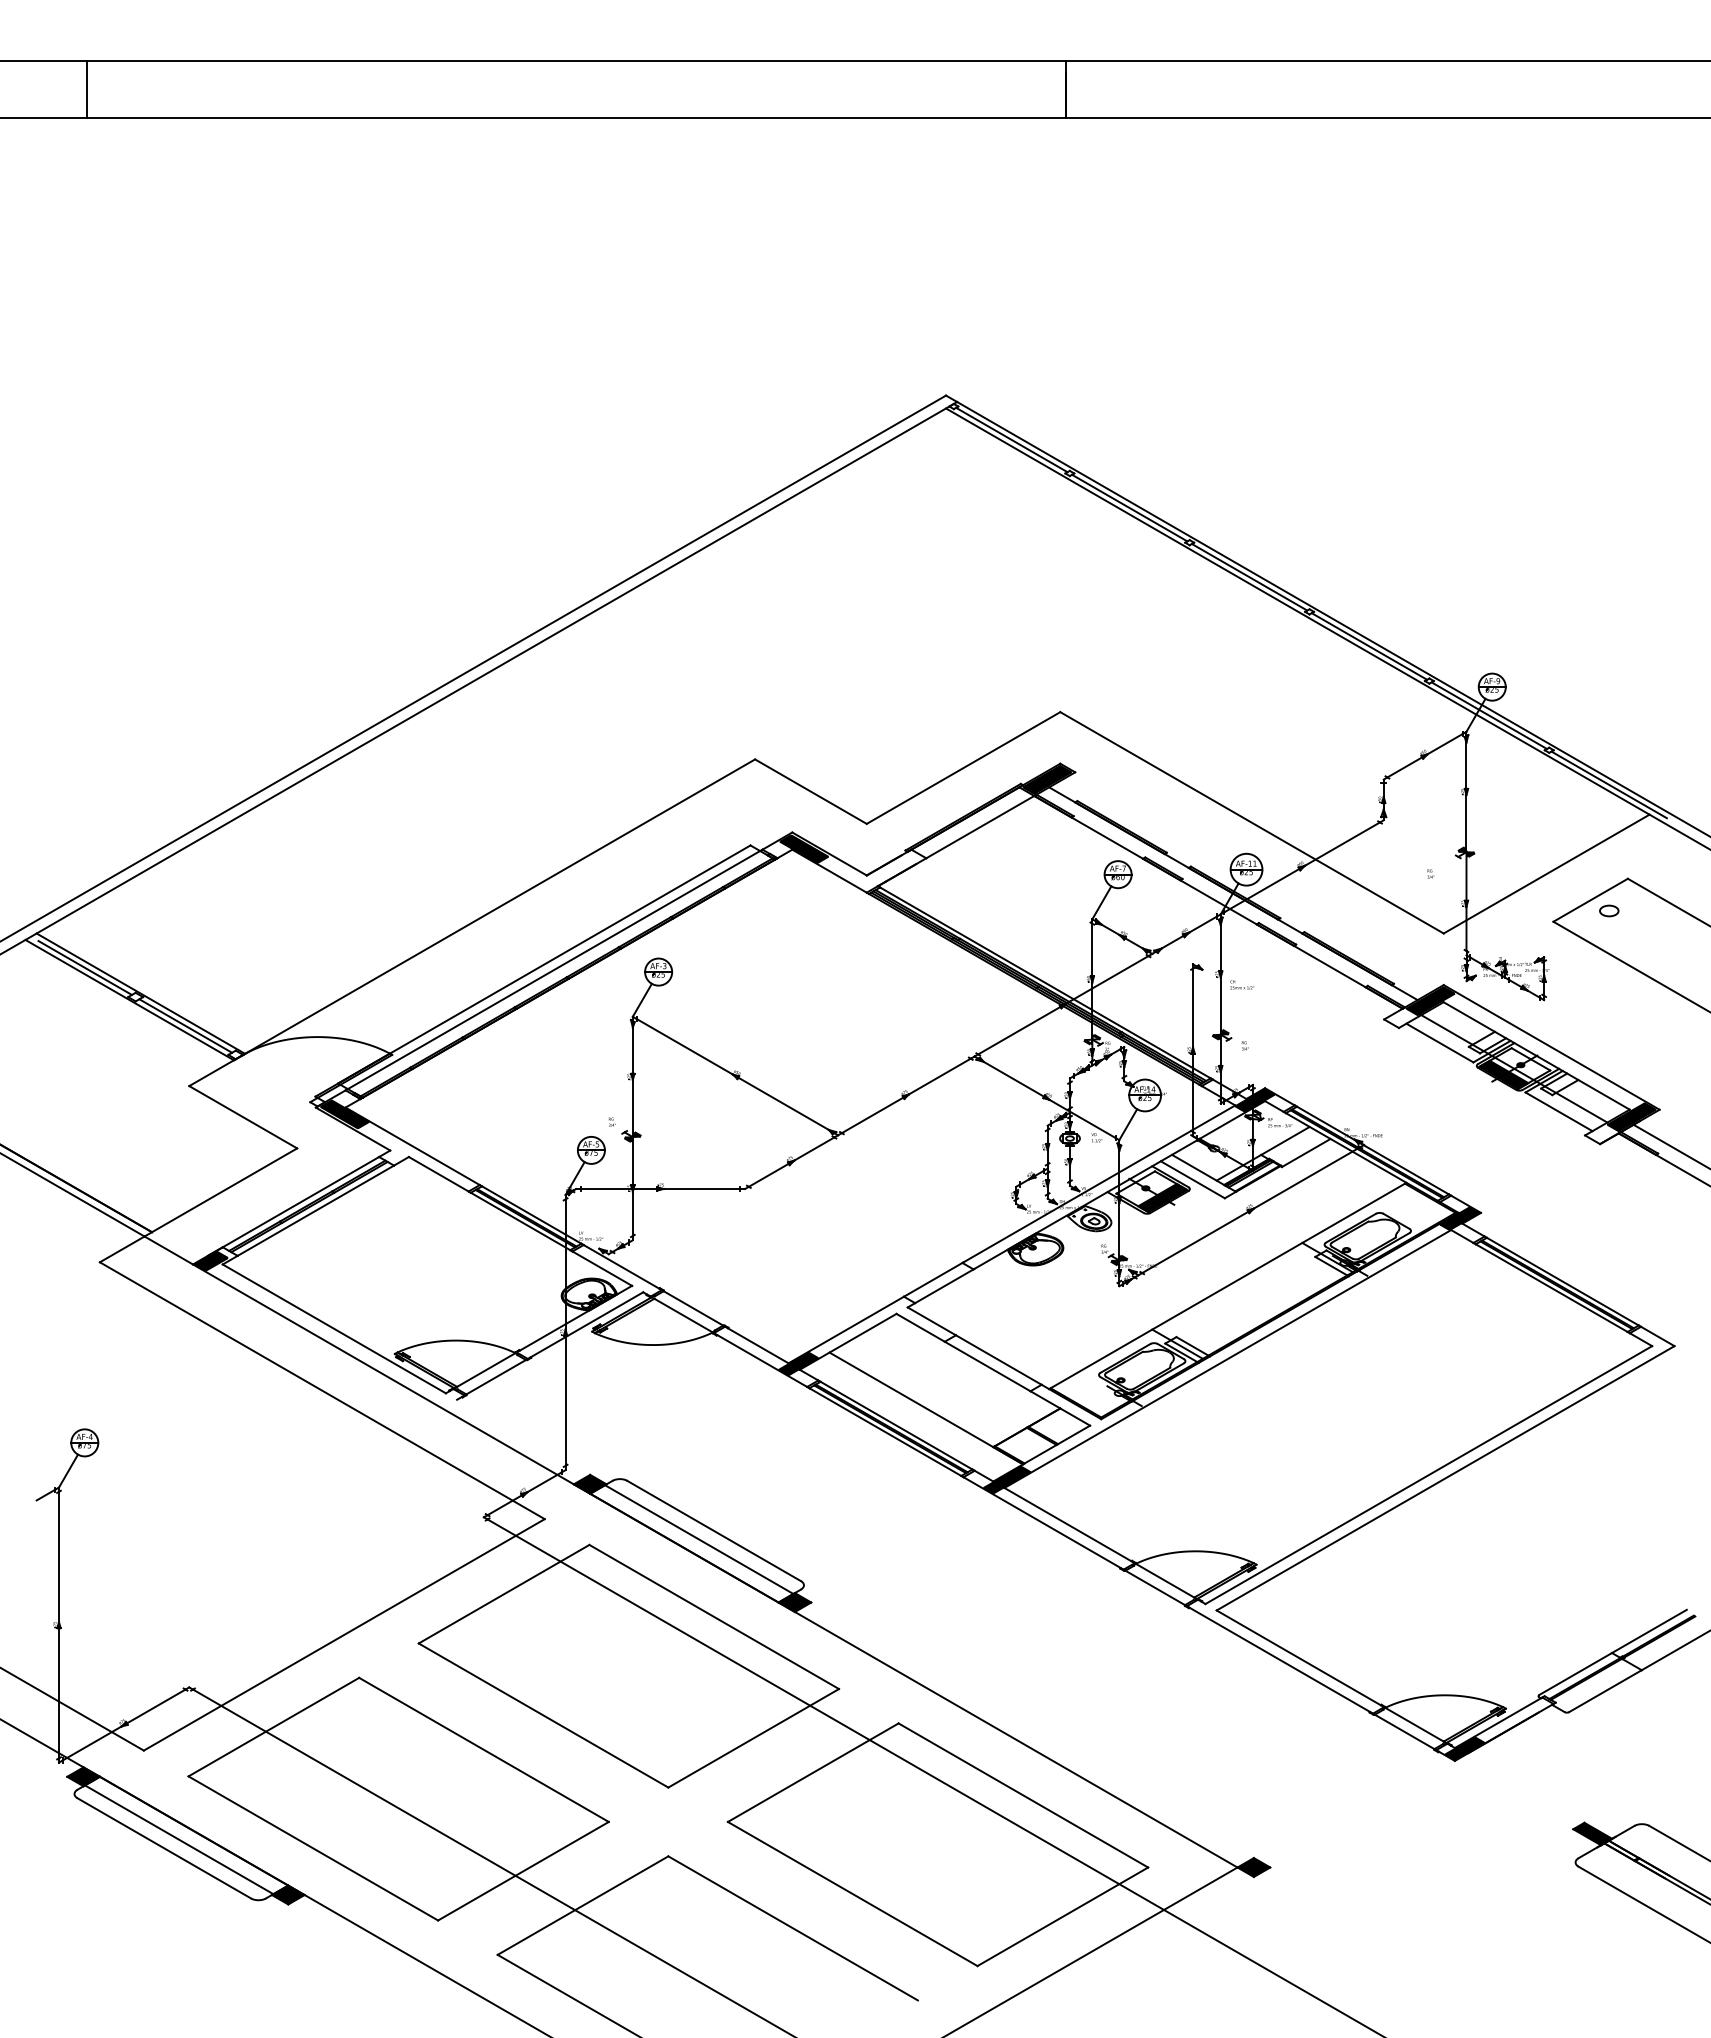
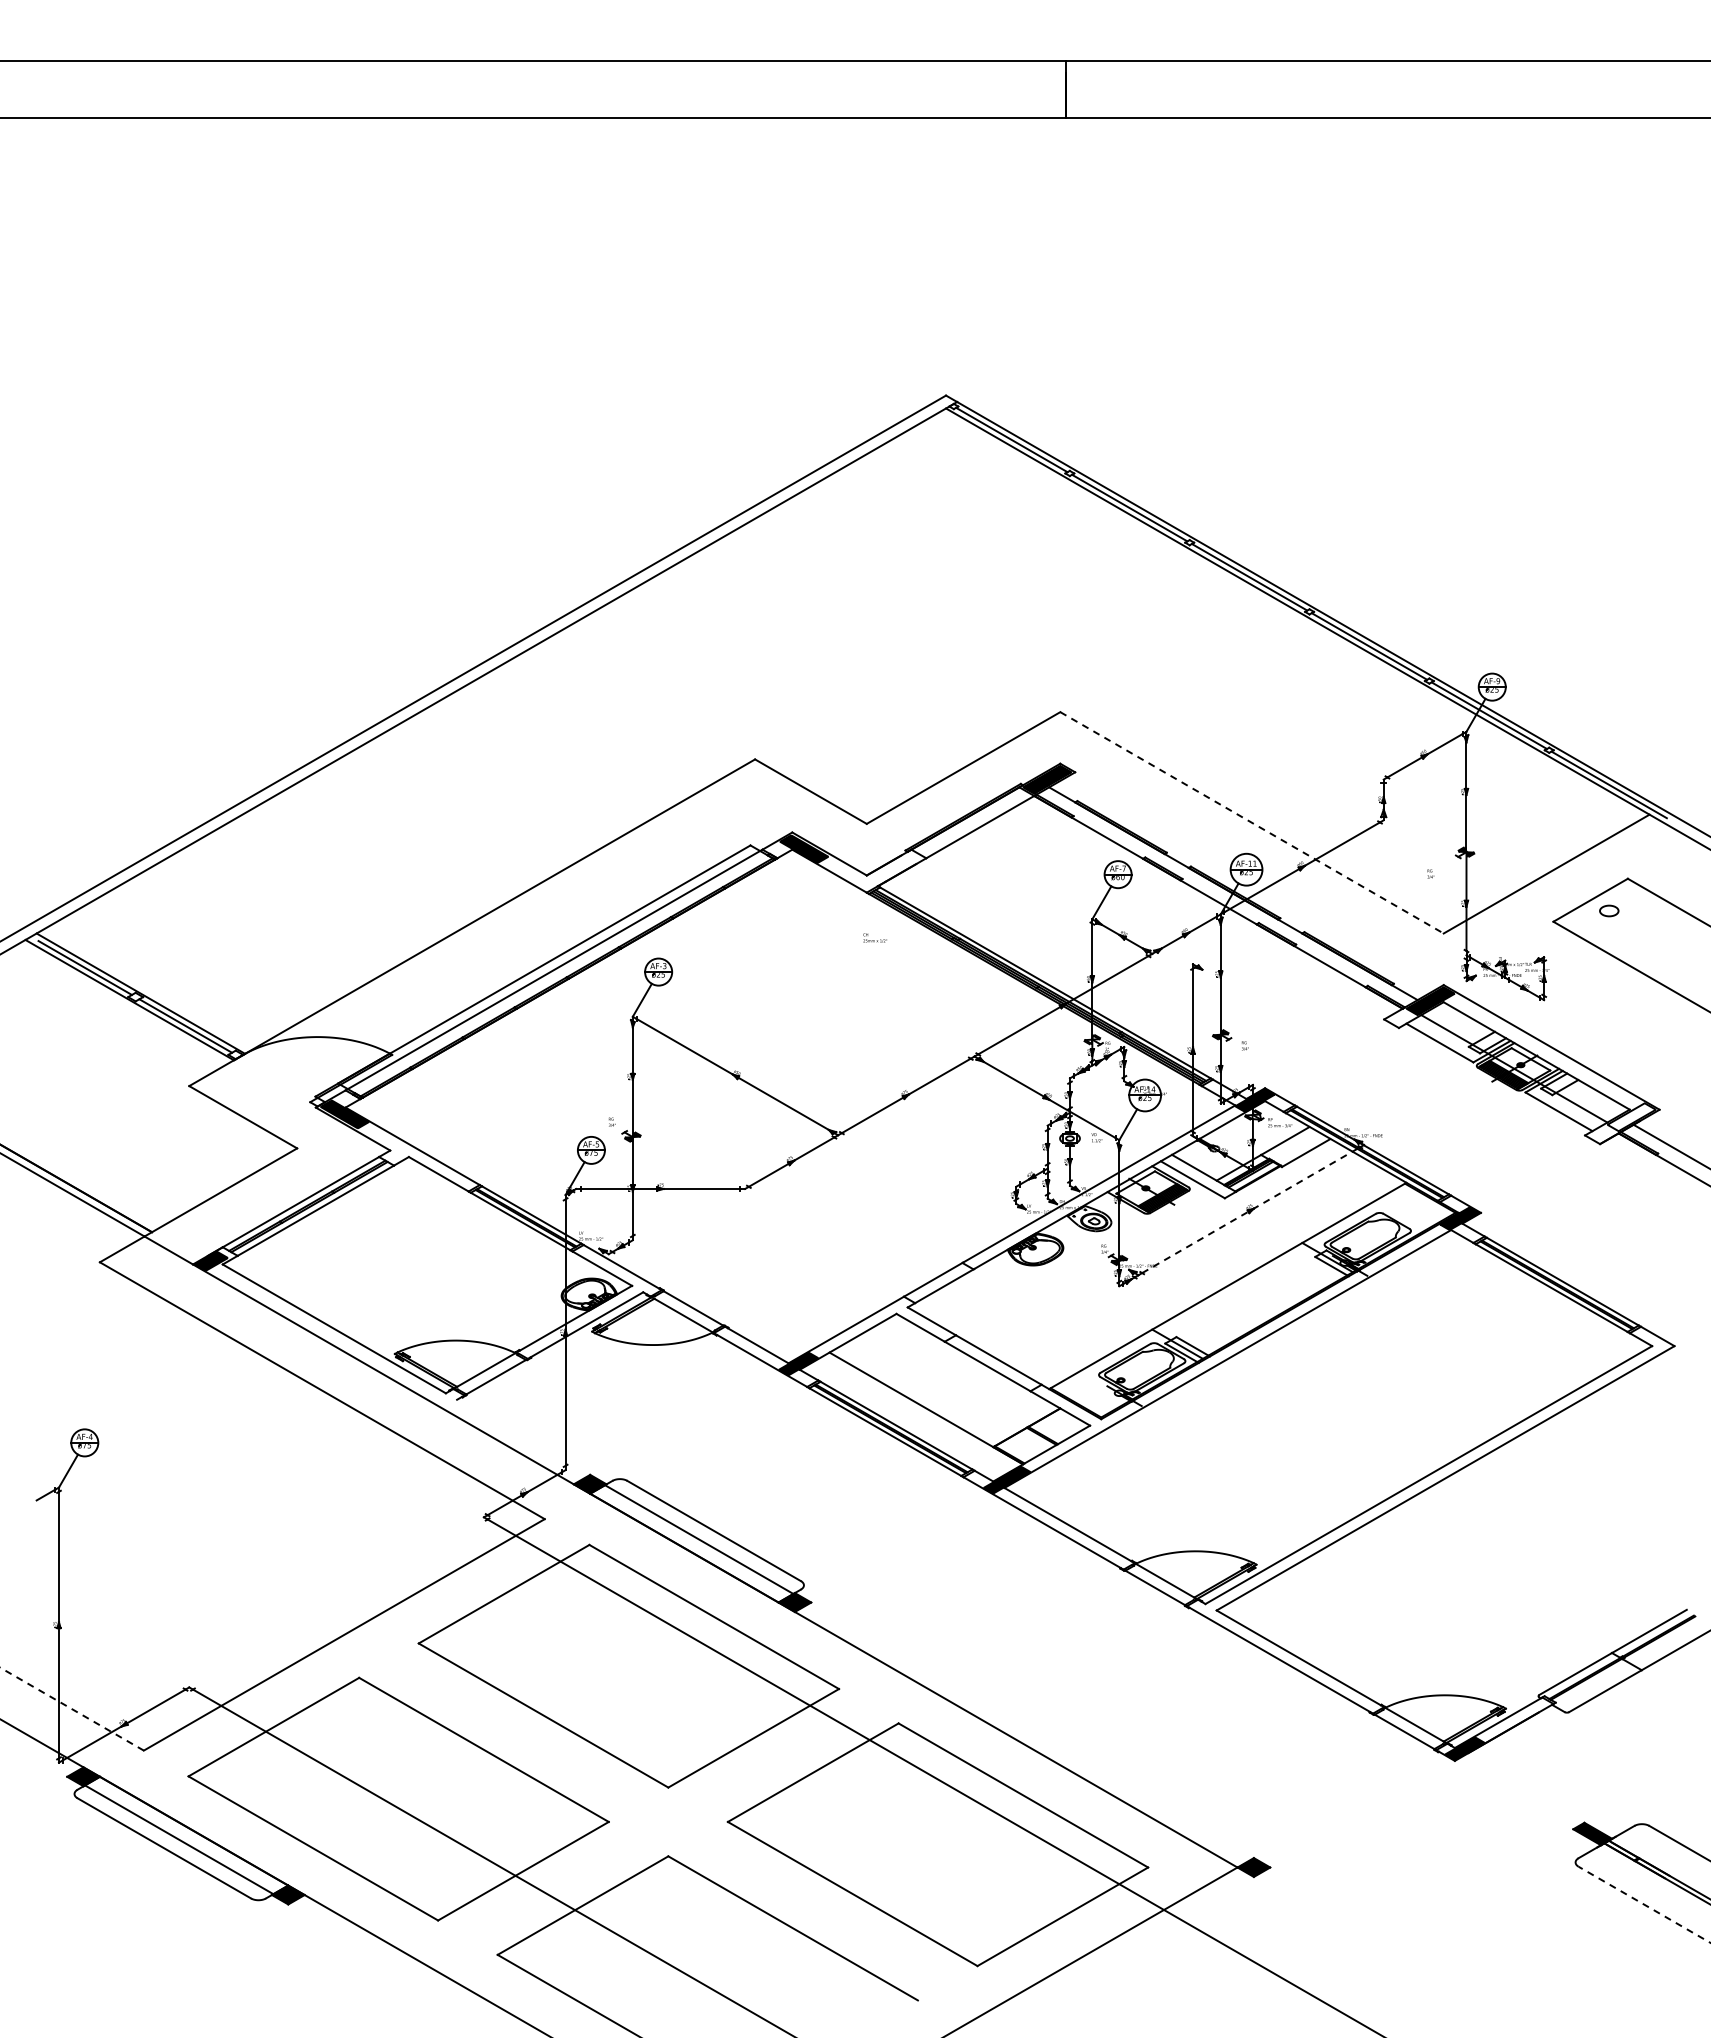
line at (87, 89): present -> none
line at (1252, 823): solid -> dashed
text at (1241, 984) position: (1241, 984) -> (874, 937)
fill at (1631, 1117): present -> none
line at (1251, 1210): solid -> dashed
line at (72, 1709): solid -> dashed
line at (1644, 1904): solid -> dashed
